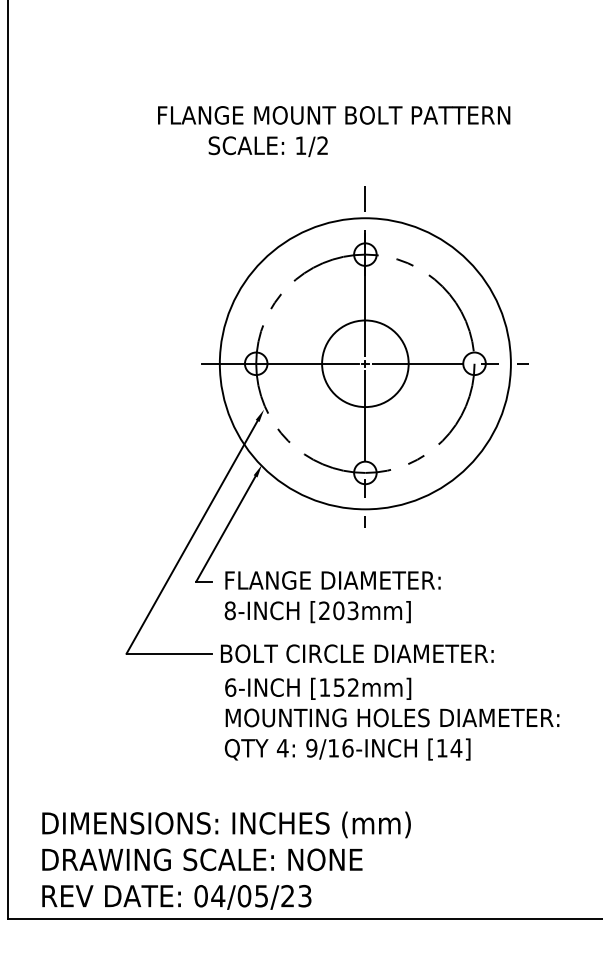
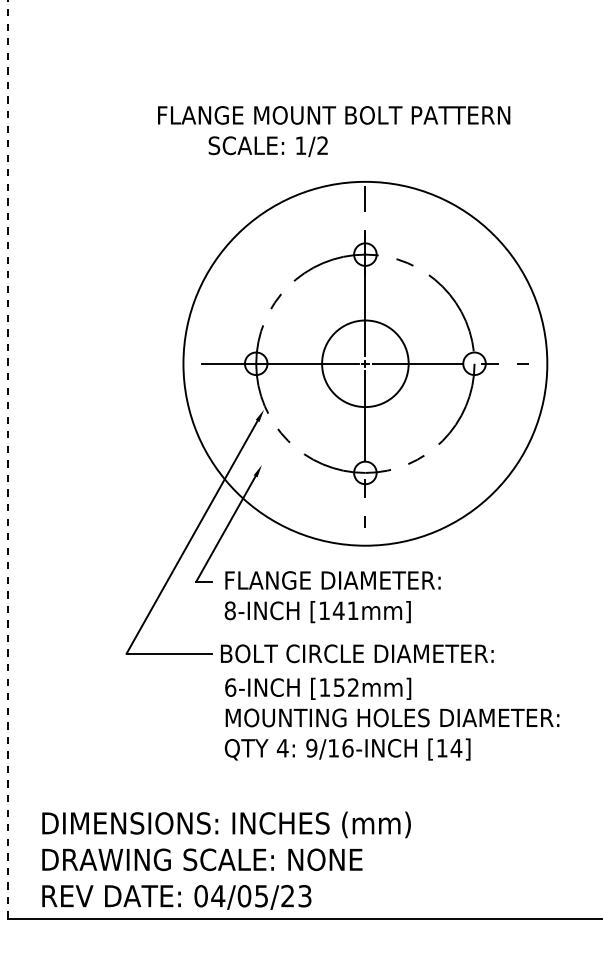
circle at (364, 363) diameter: 291 px -> 364 px
line at (8, 459): solid -> dashed
text at (338, 610): [203mm] -> [141mm]
